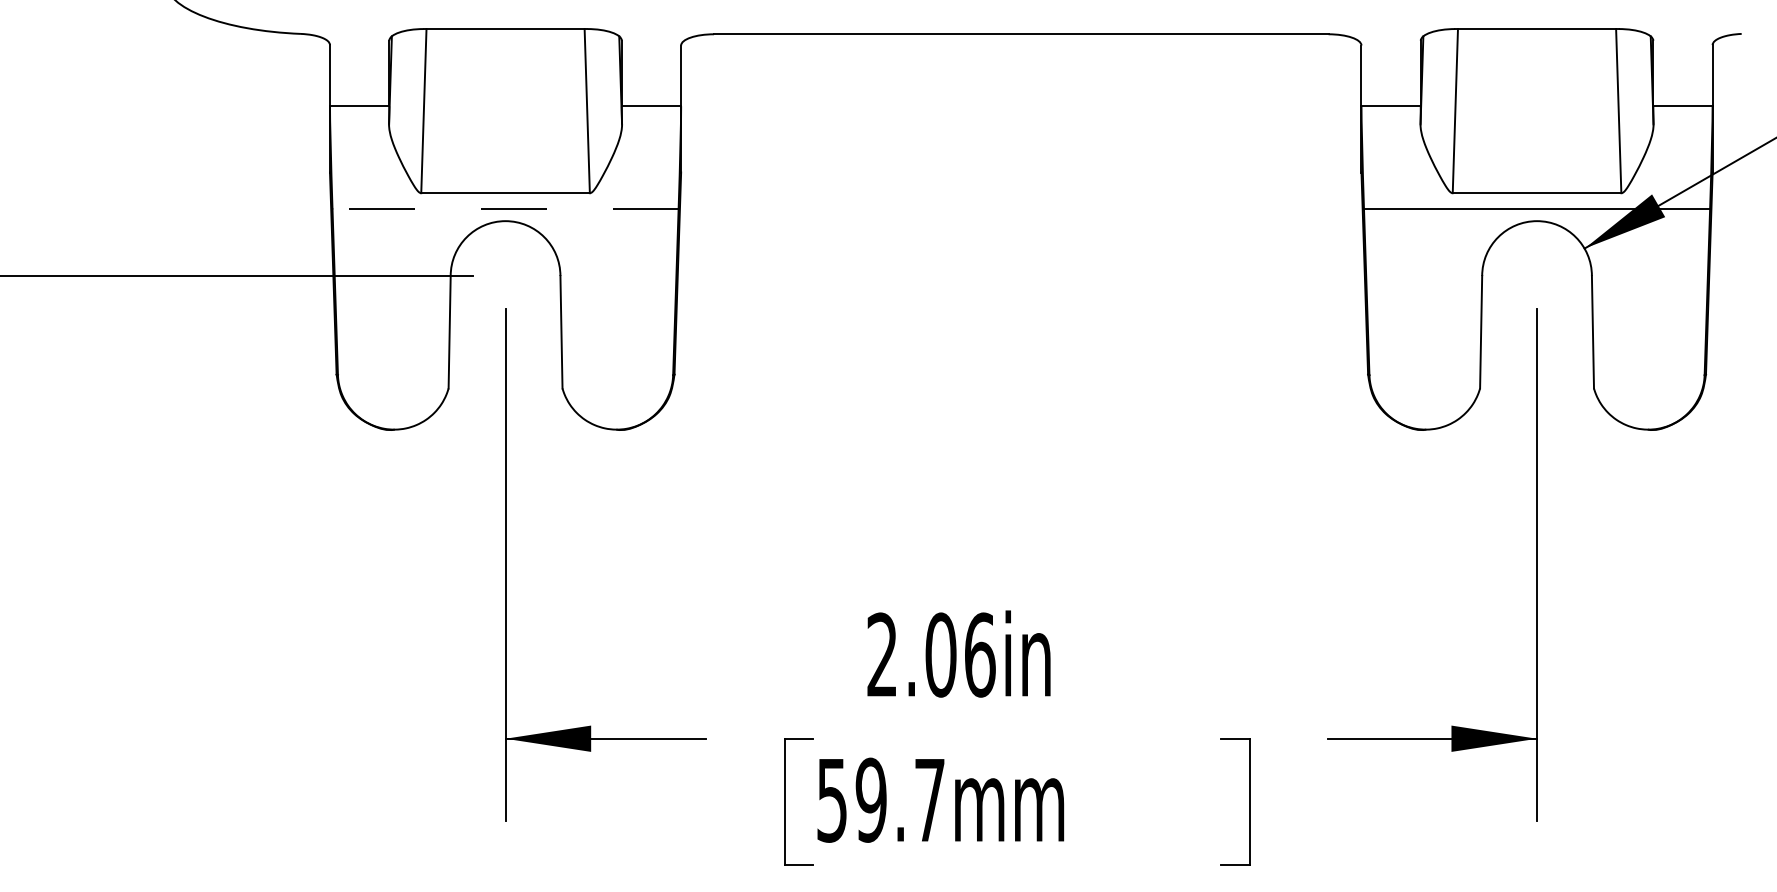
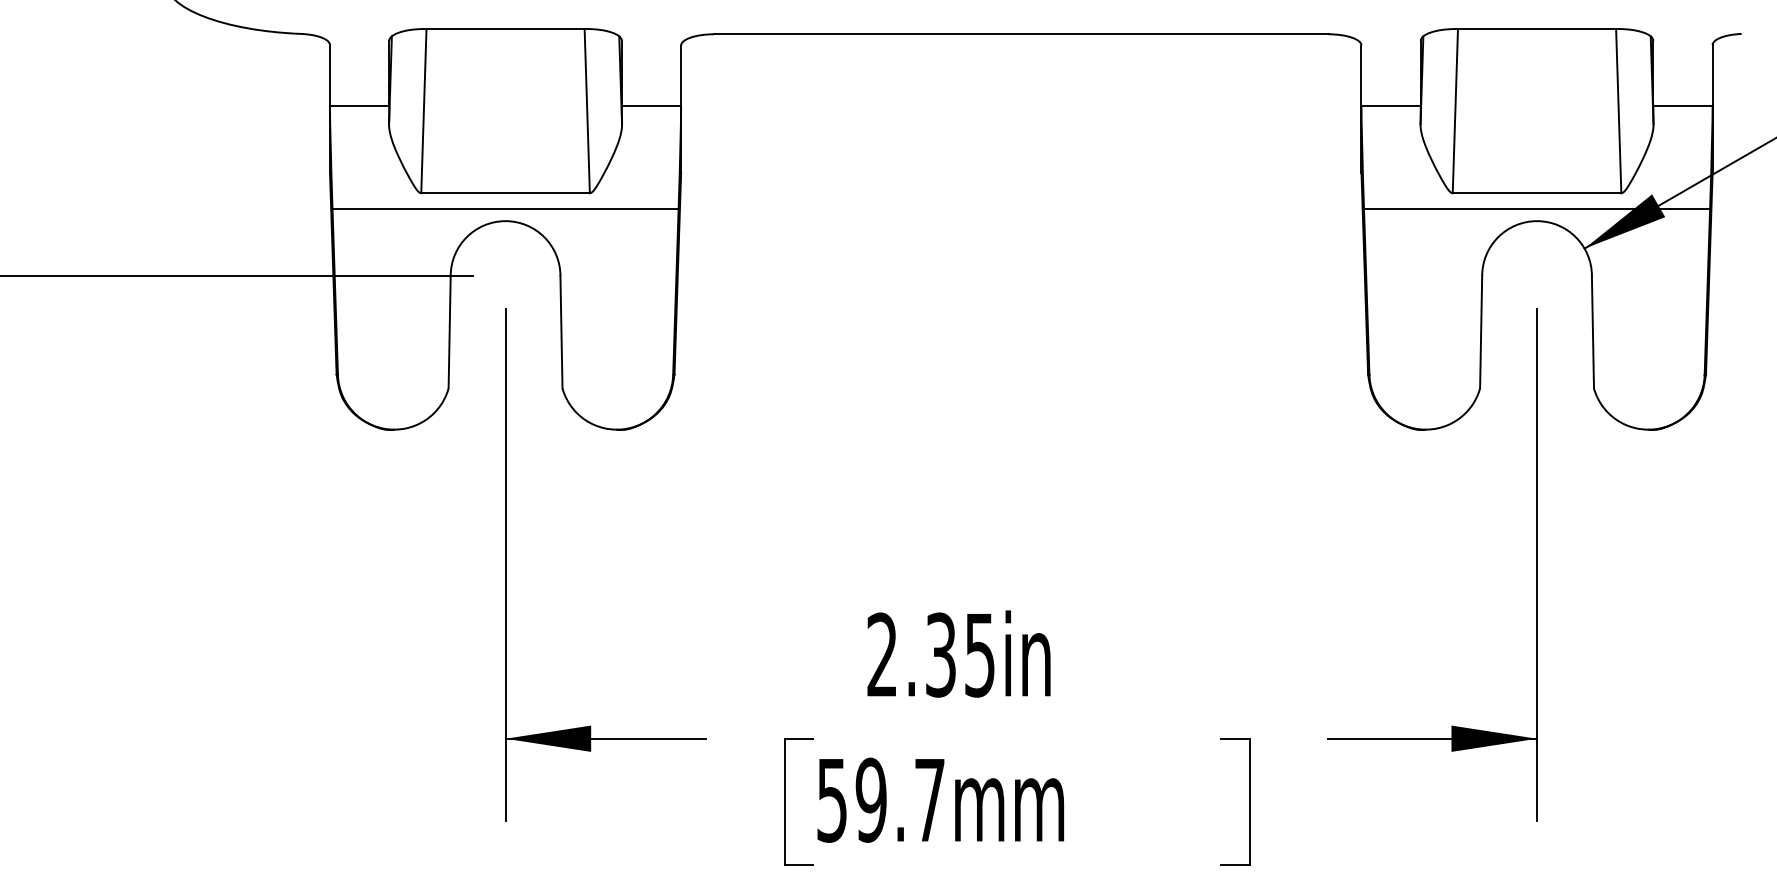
line at (505, 209): dashed -> solid
text at (960, 654): 2.06in -> 2.35in
